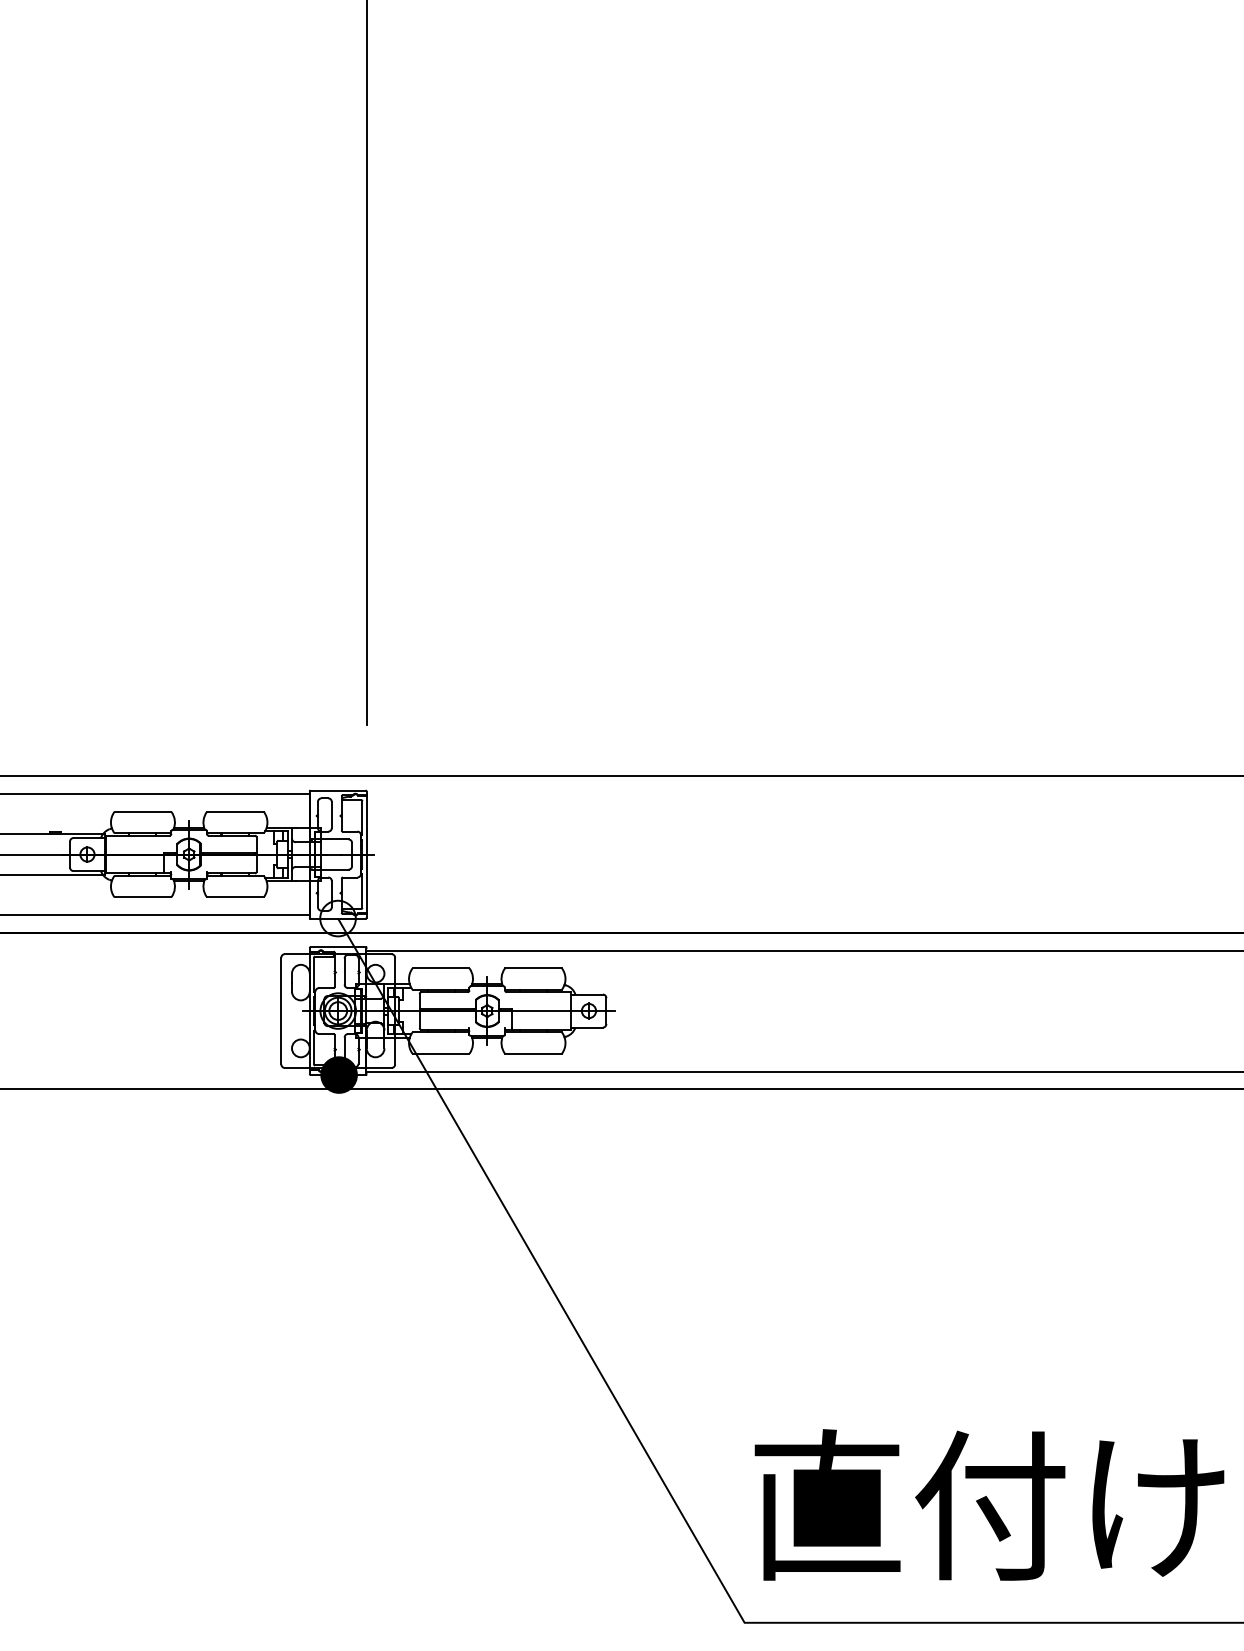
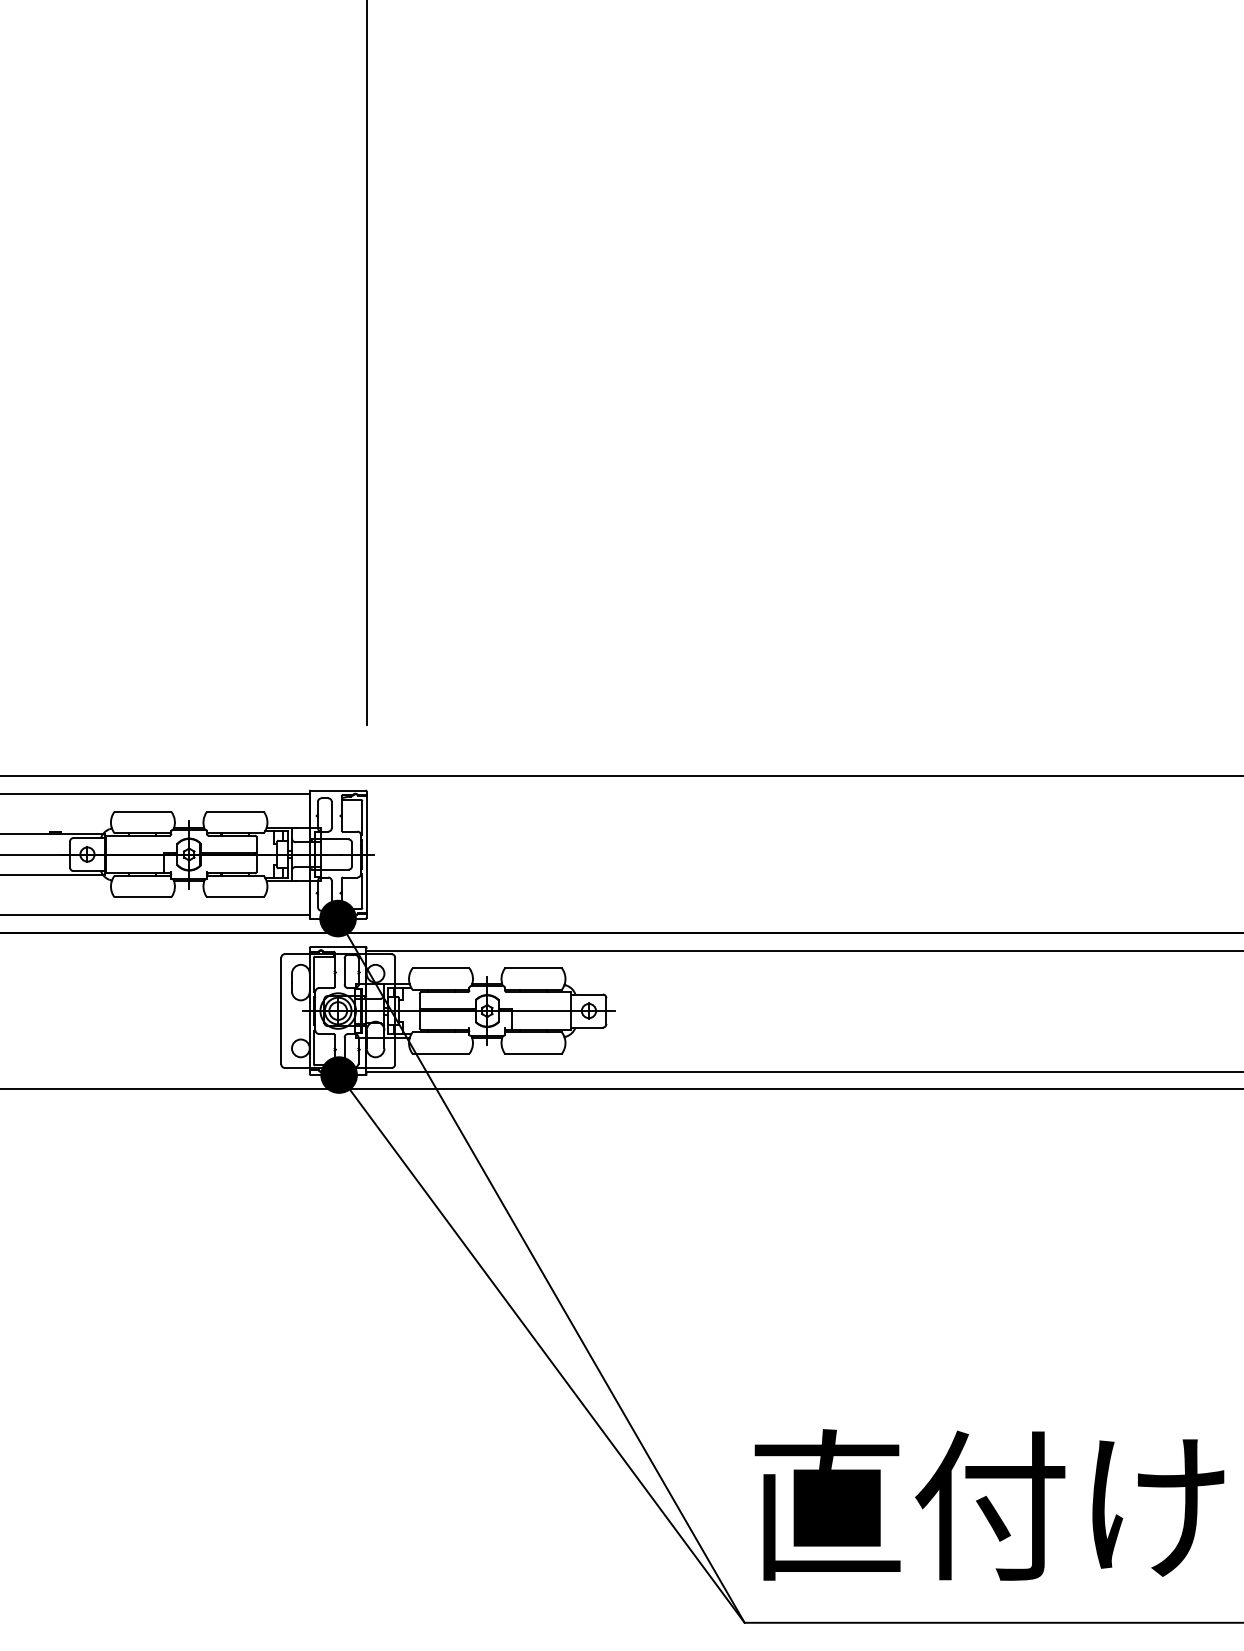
fill at (337, 918): none -> present
line at (541, 1348): none -> present
